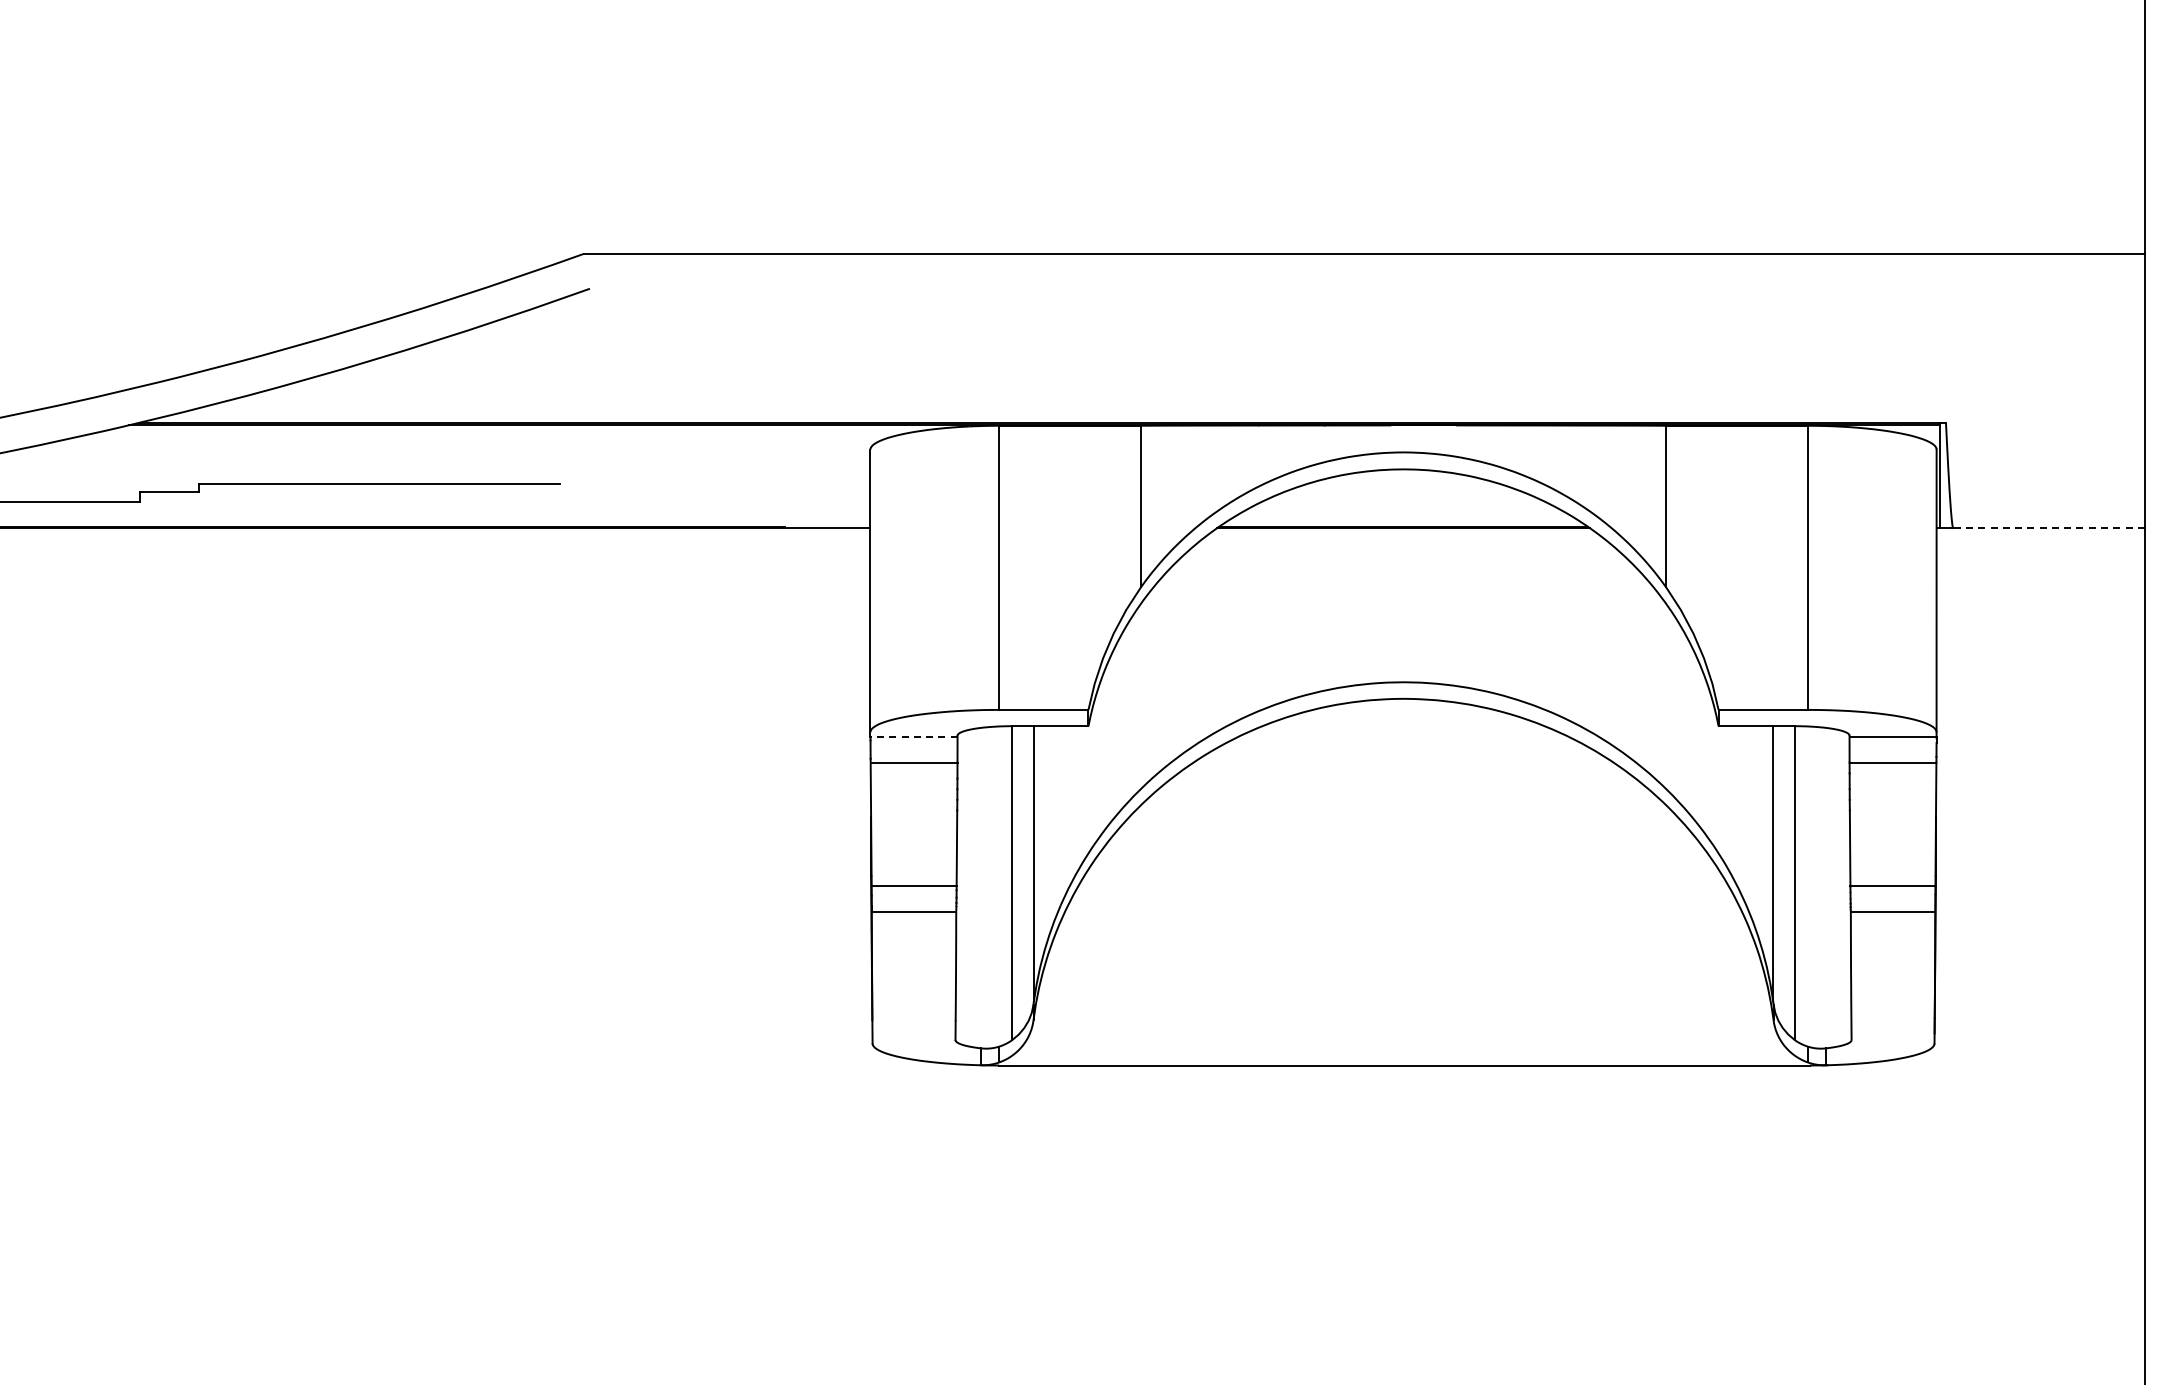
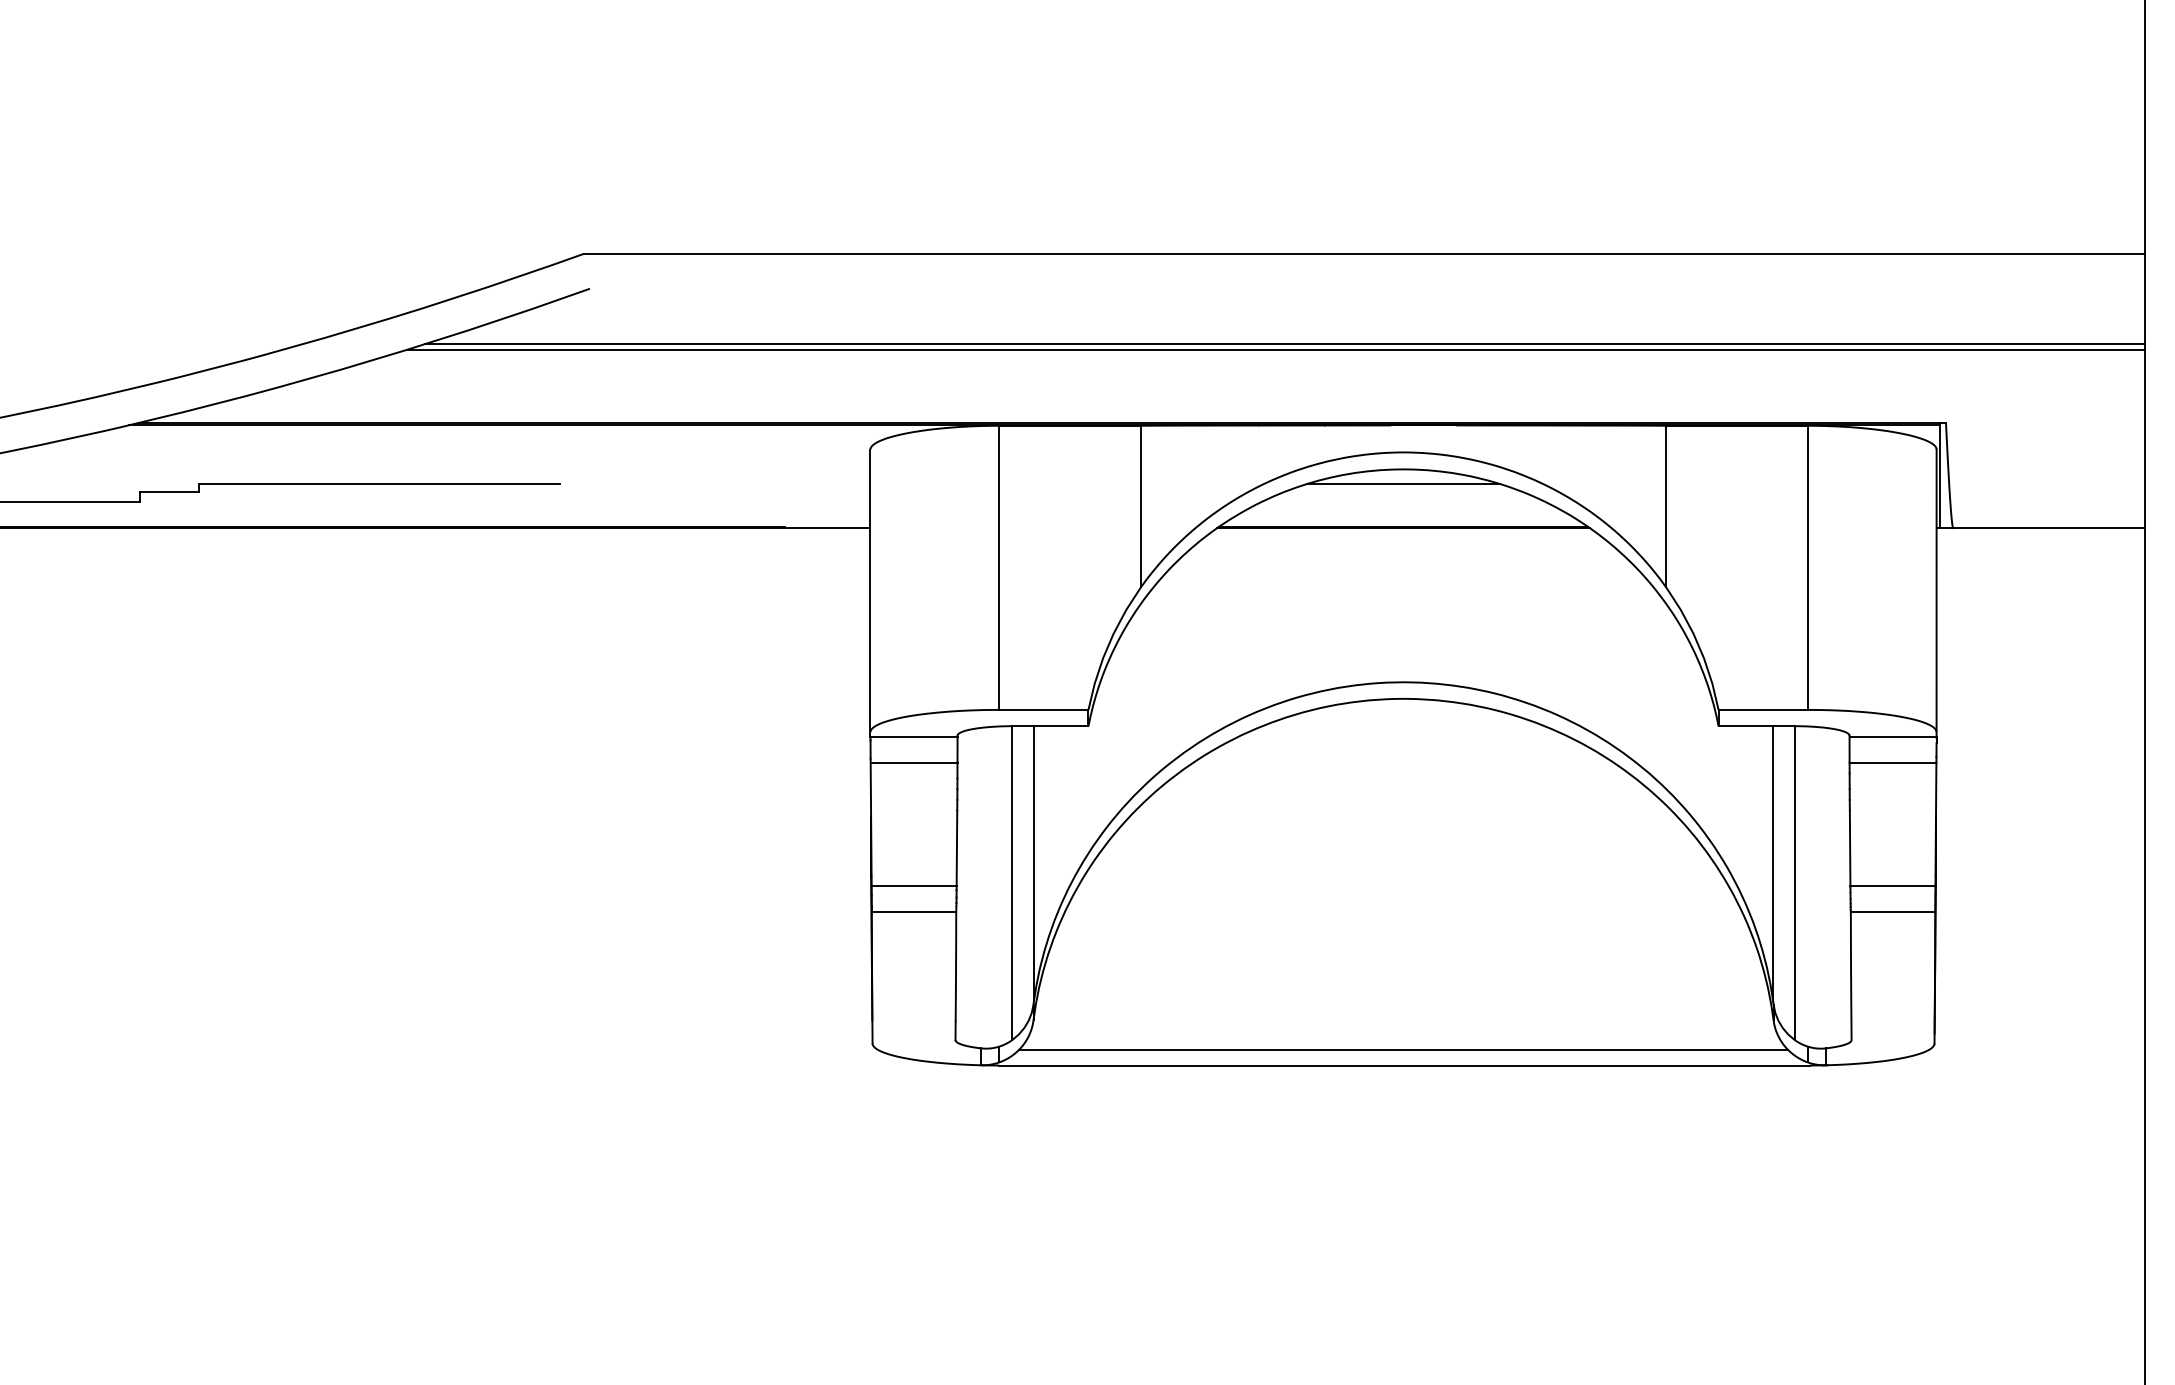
line at (1284, 344): none -> present
line at (1275, 349): none -> present
line at (1403, 483): none -> present
line at (2049, 528): dashed -> solid
line at (914, 737): dashed -> solid
line at (1403, 1049): none -> present
